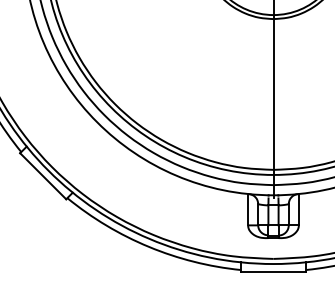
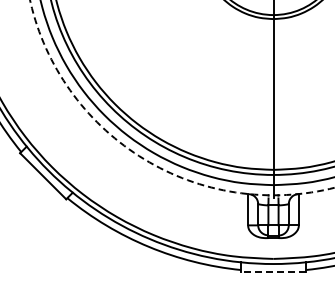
circle at (182, 97): solid -> dashed
line at (273, 271): solid -> dashed
